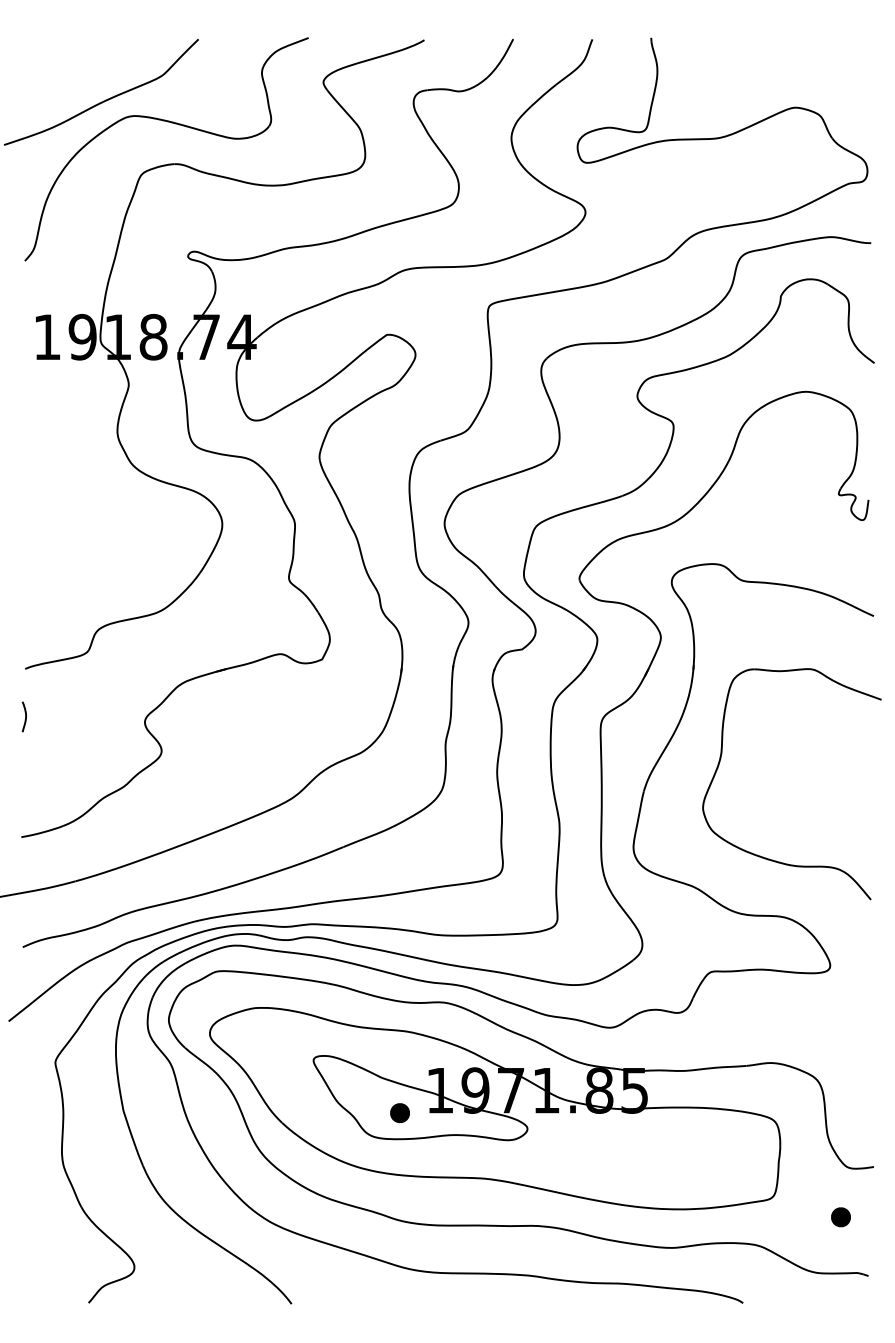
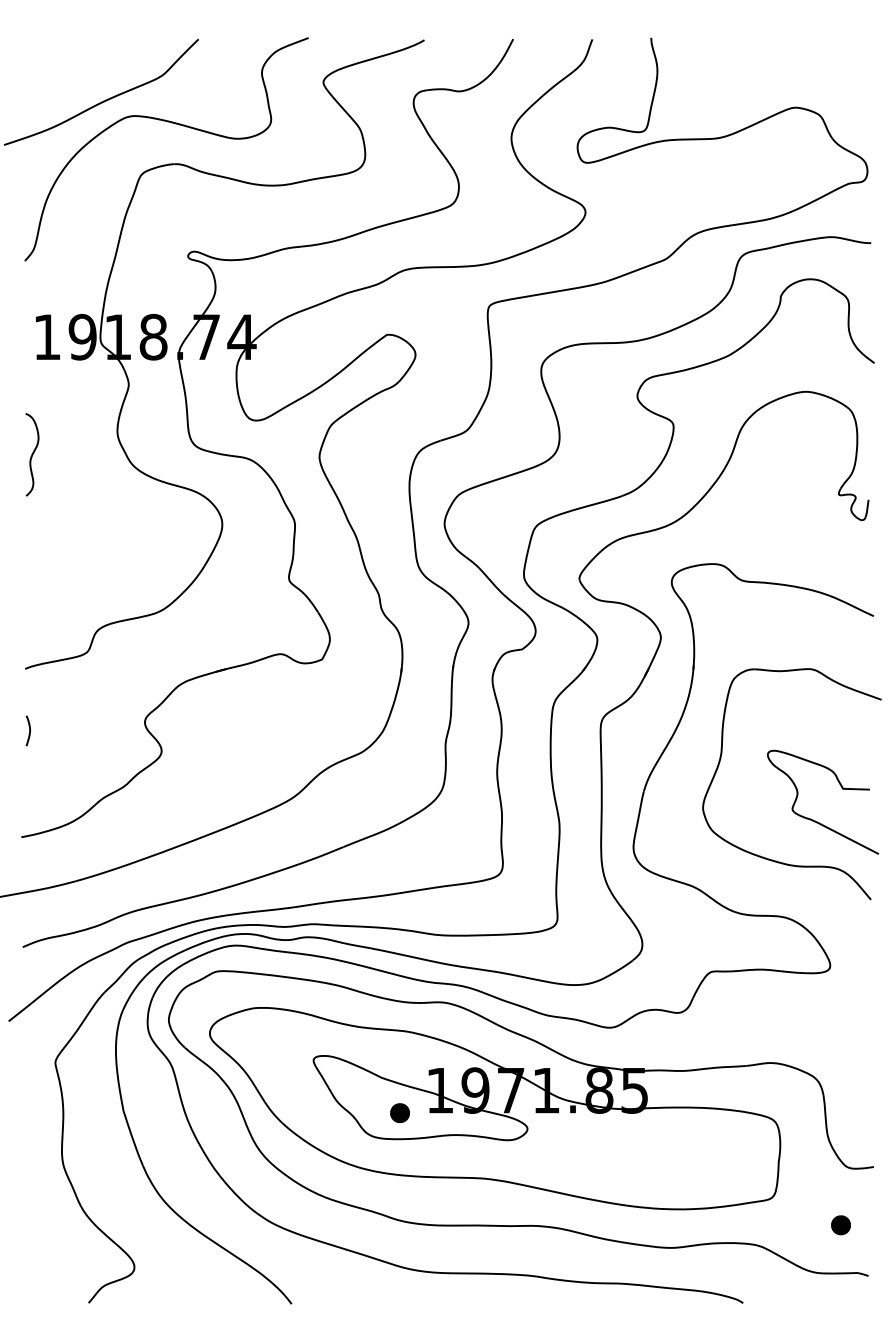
curve at (32, 454): none -> present
curve at (25, 716) position: (25, 716) -> (29, 730)
part at (813, 819): none -> present
part at (840, 1217) position: (840, 1217) -> (840, 1225)
